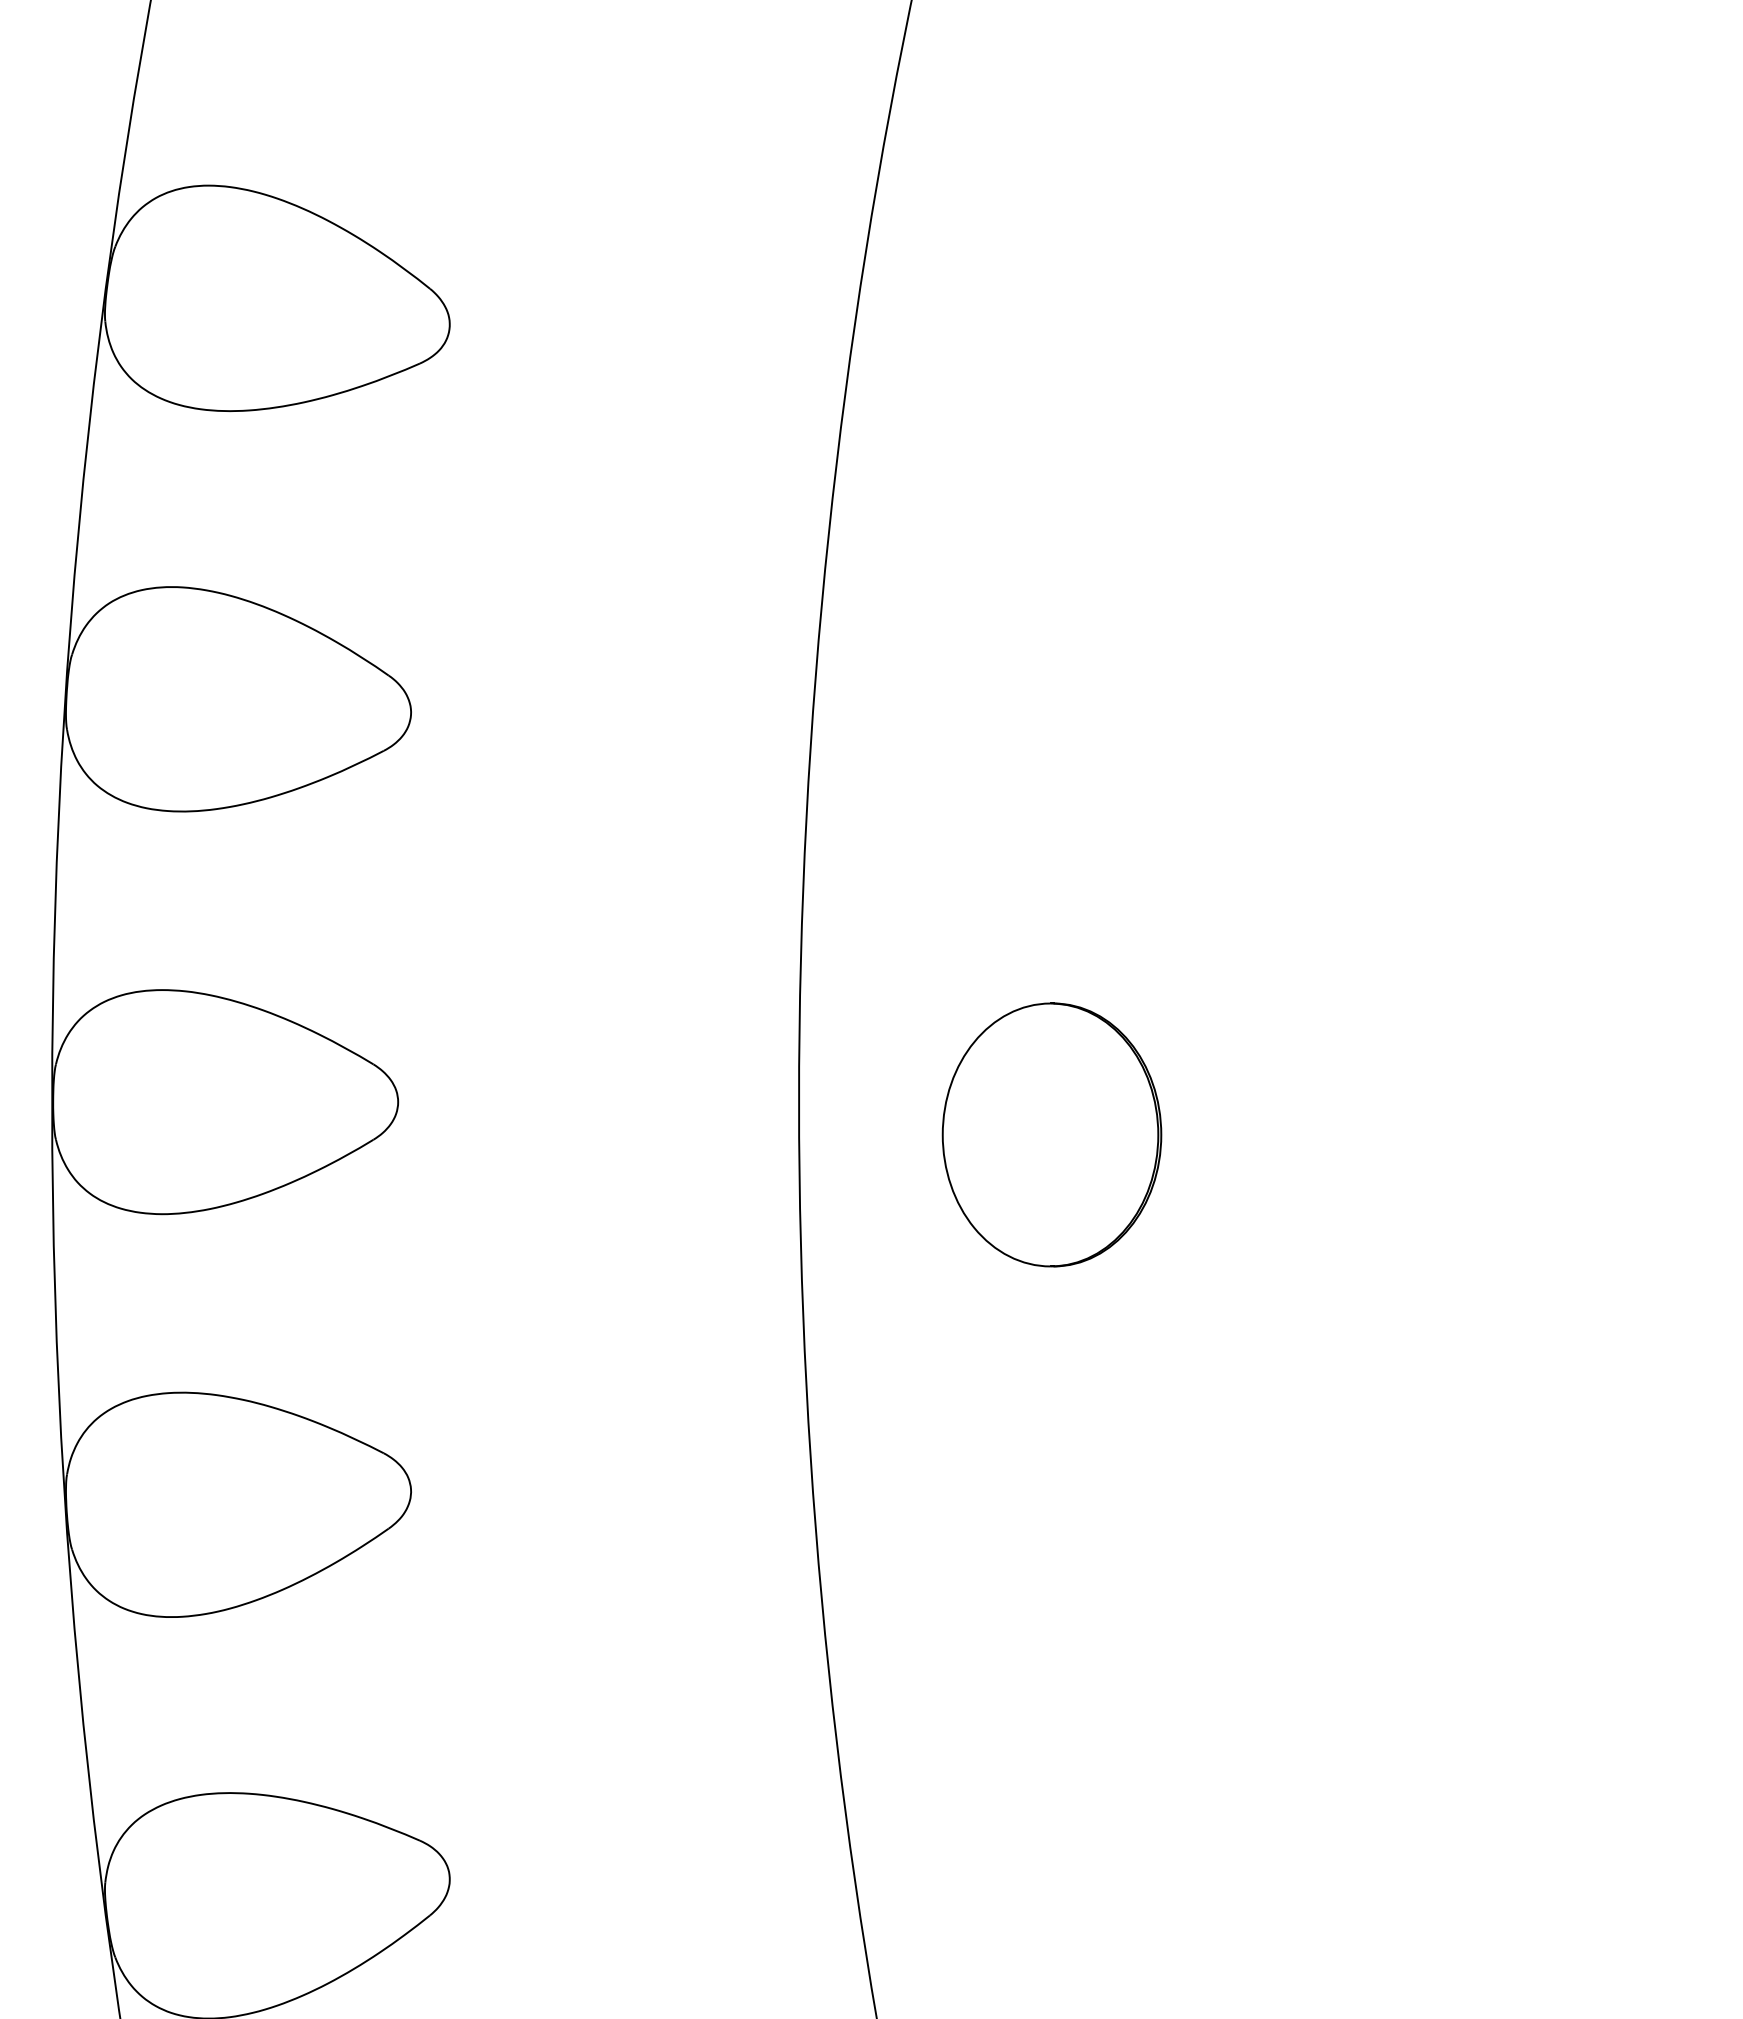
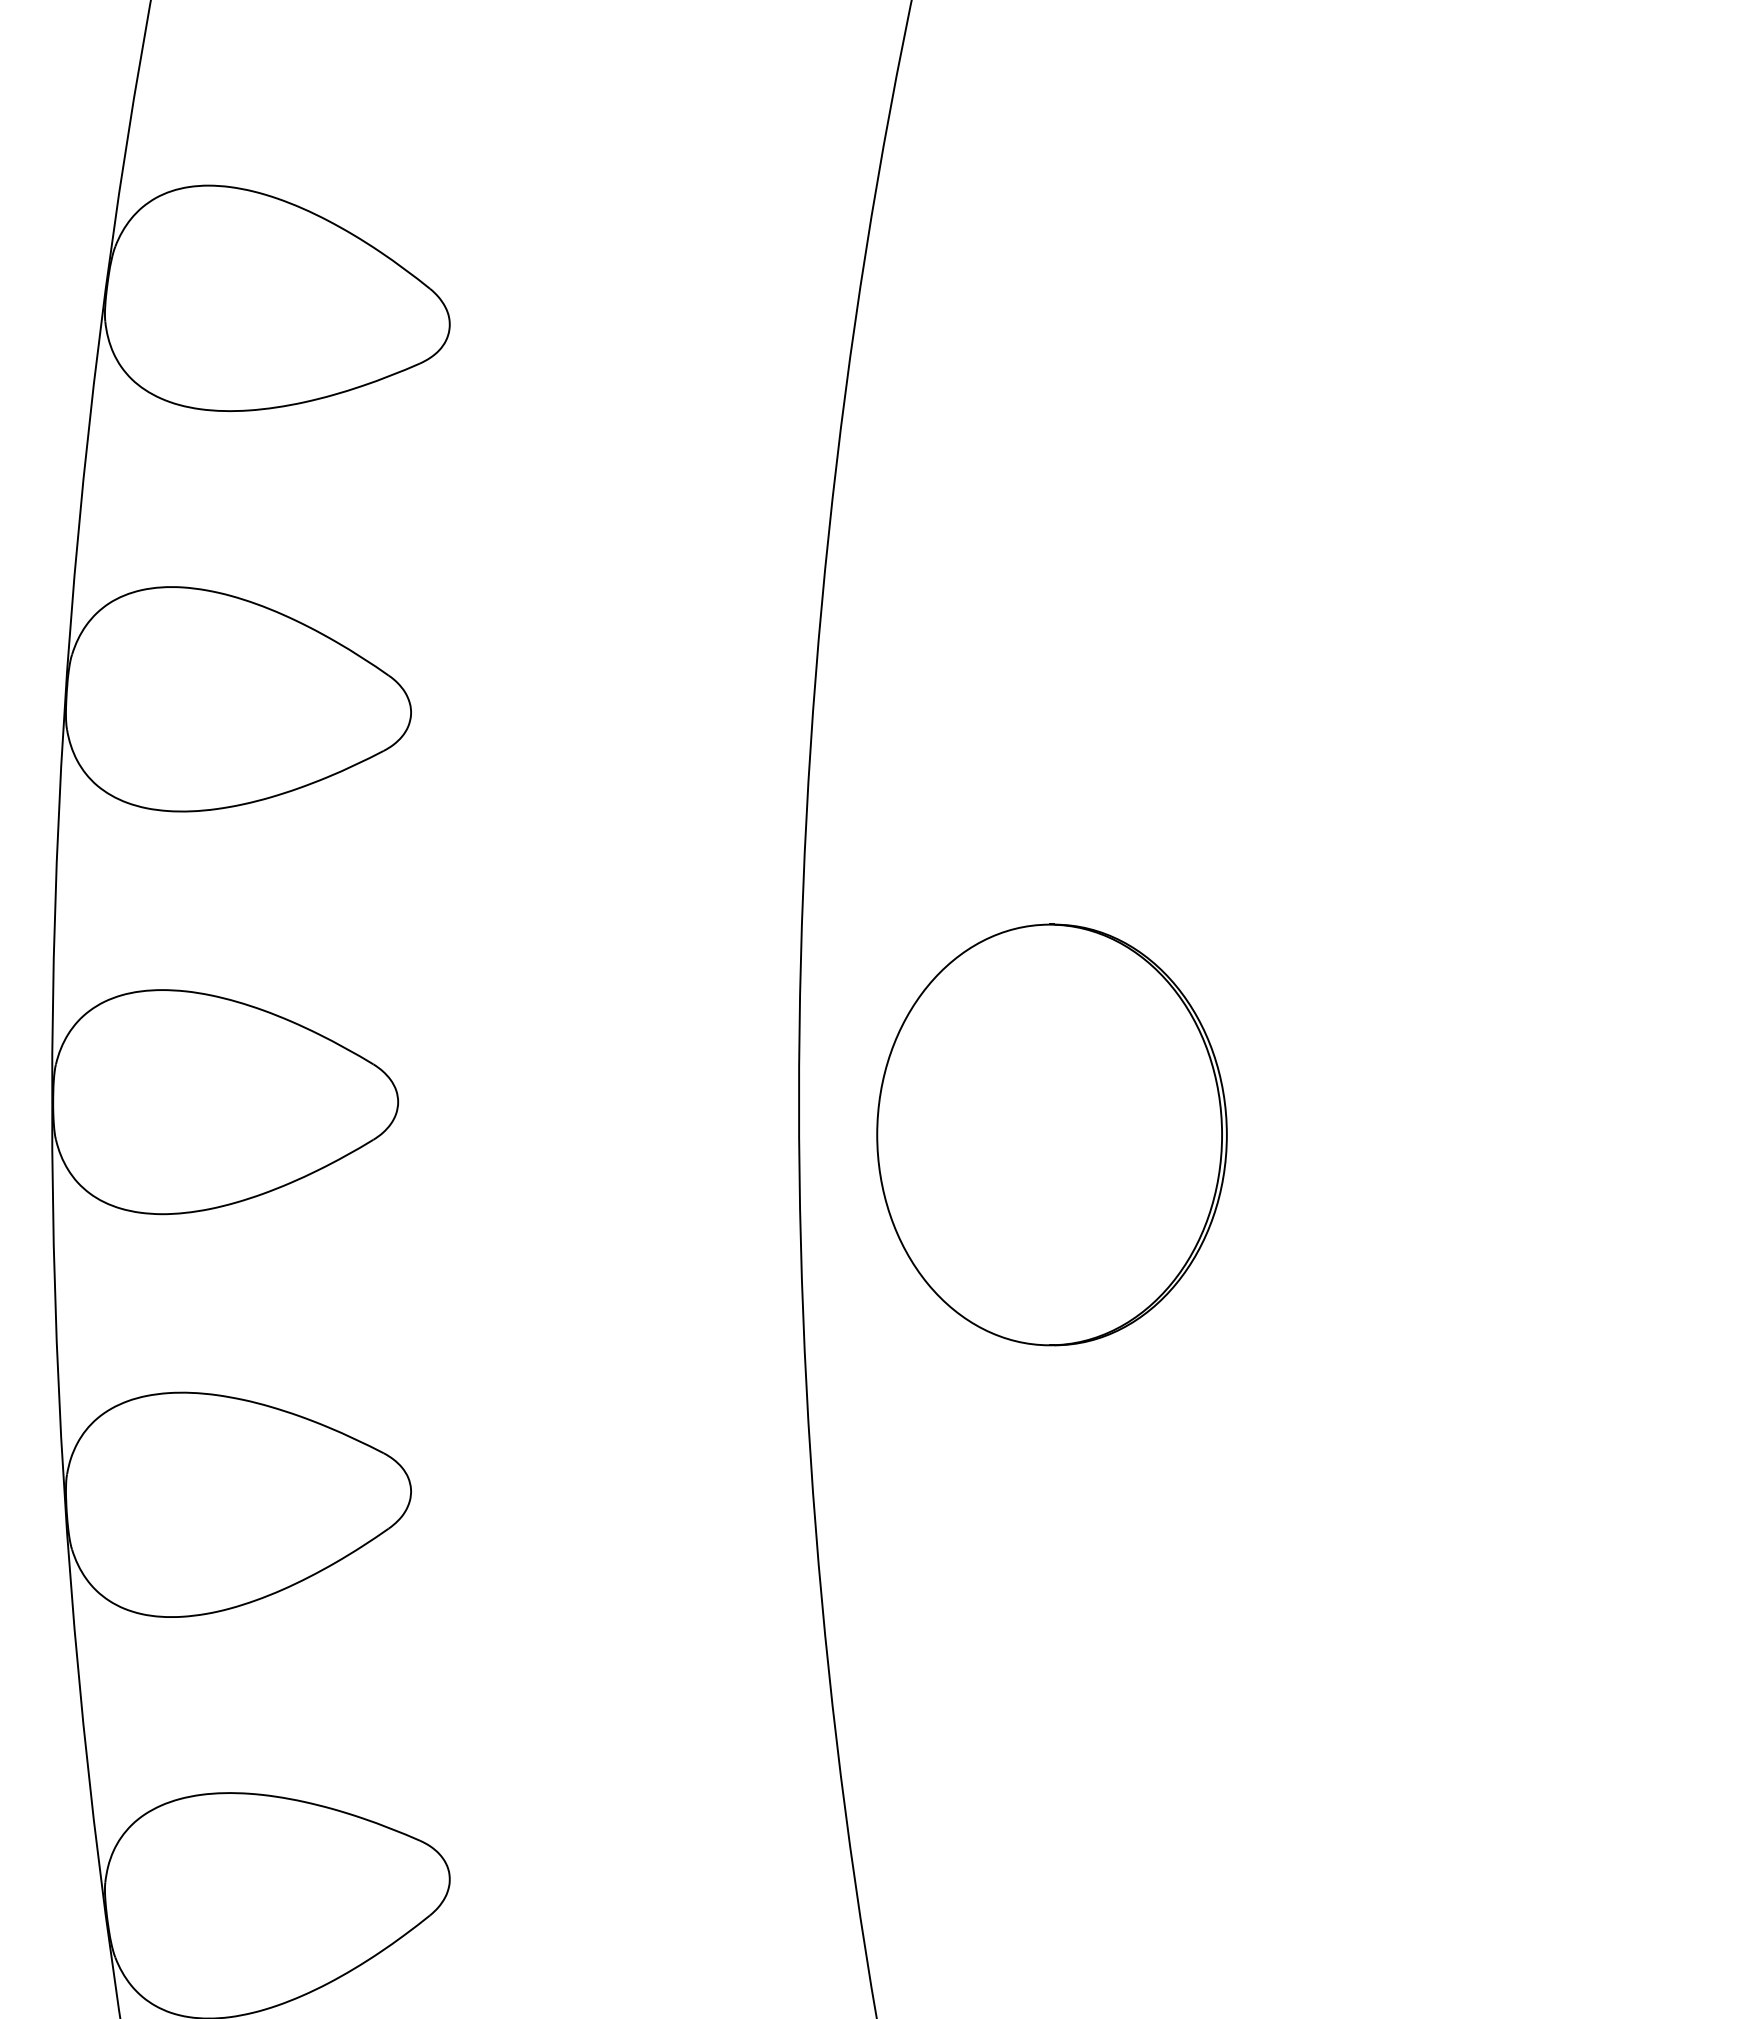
part at (1051, 1134) size: 222x266 px -> 352x424 px
